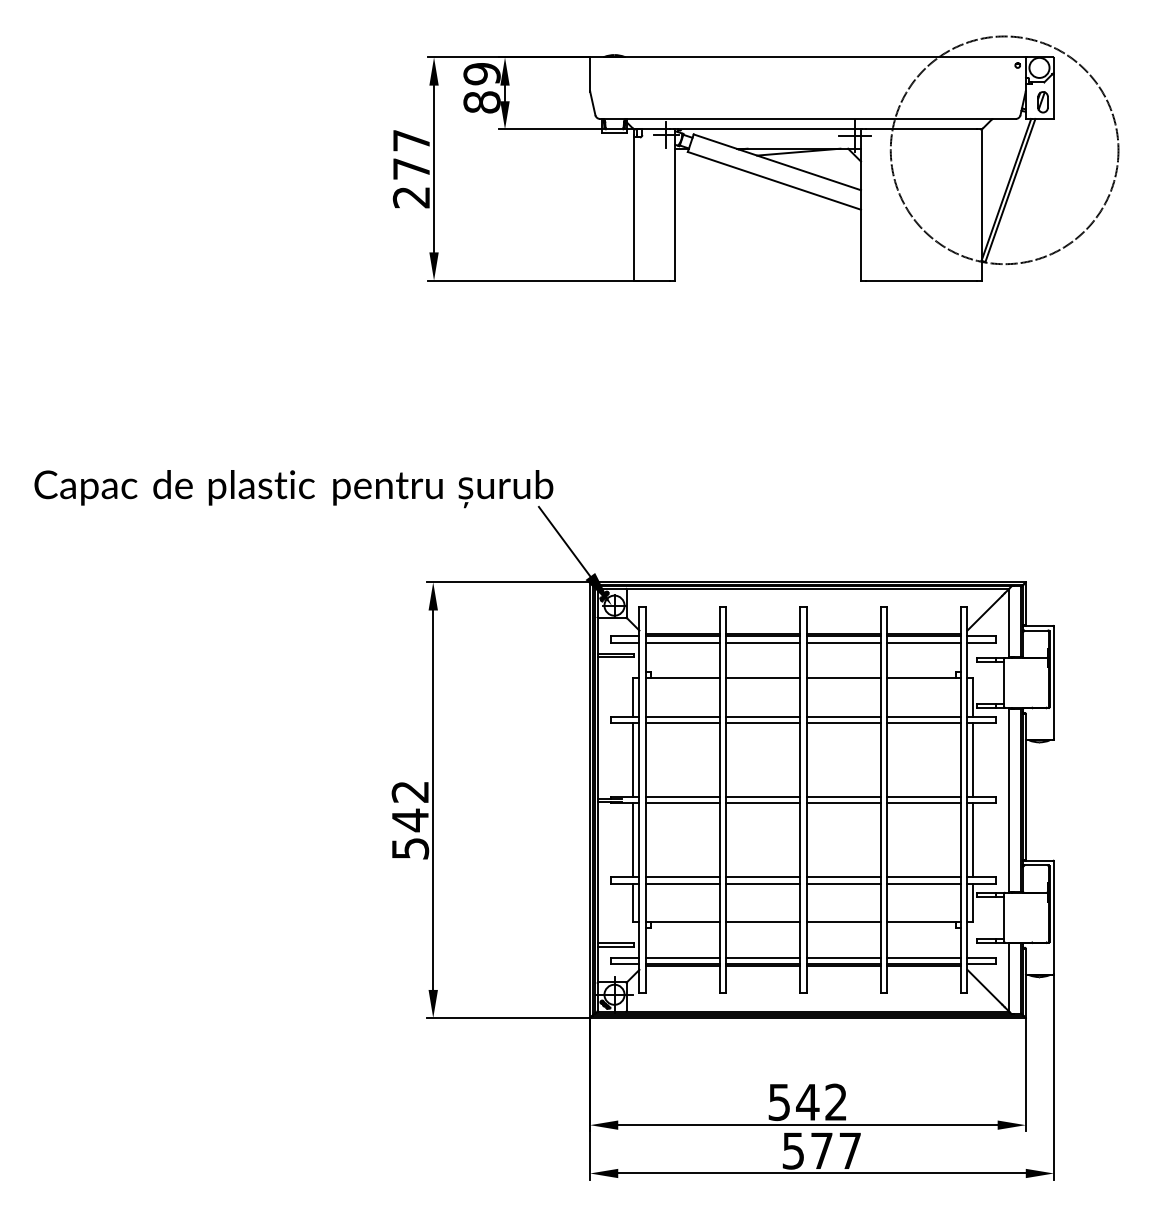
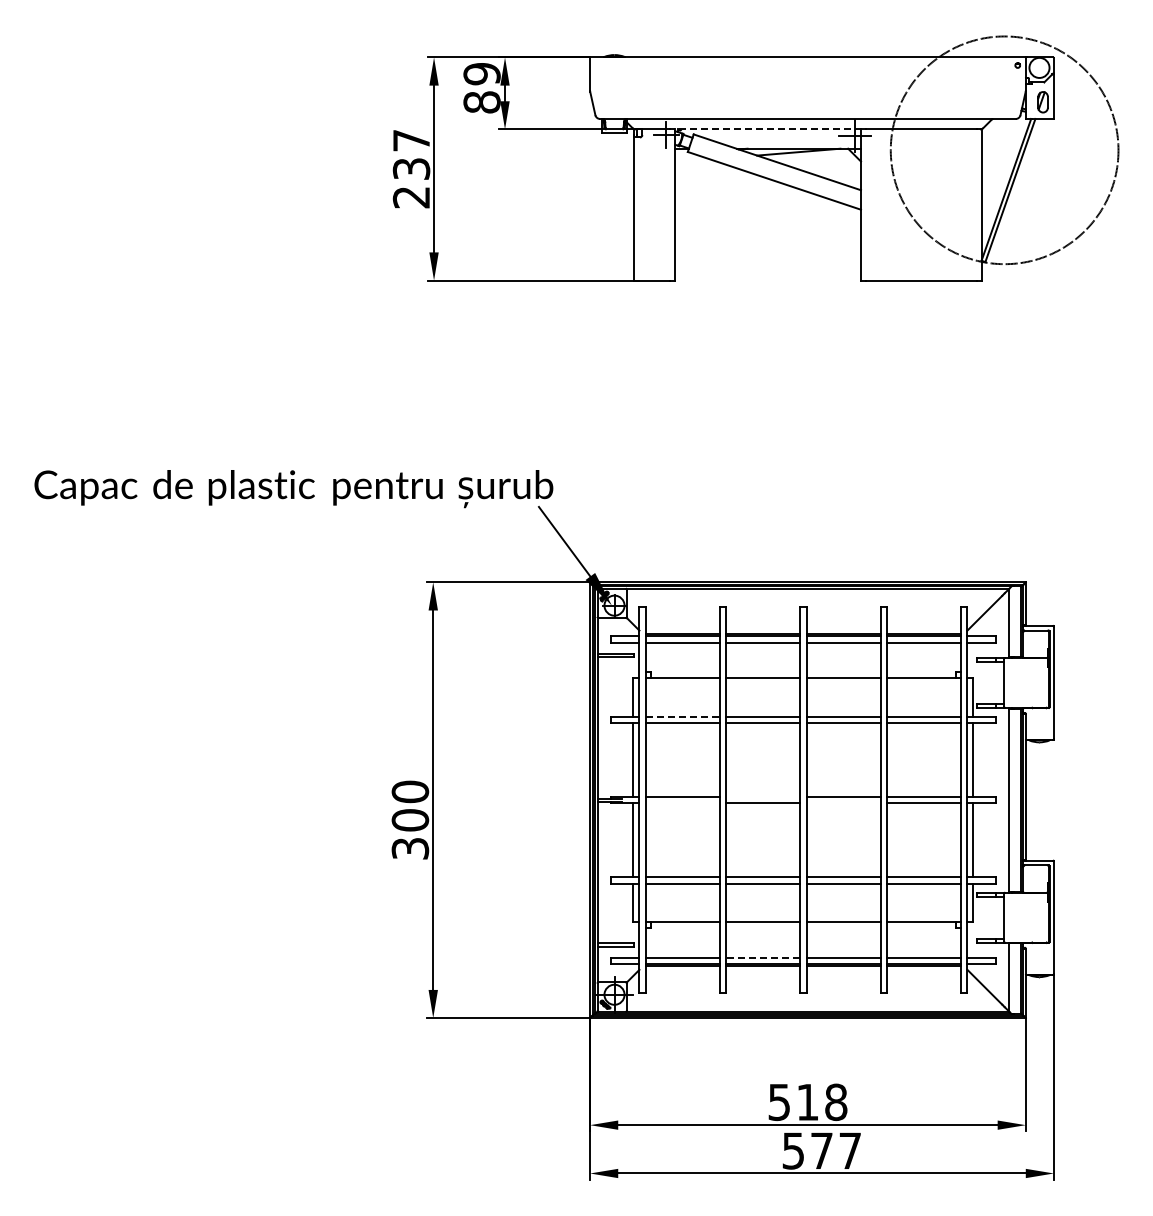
line at (767, 129): solid -> dashed
text at (411, 168): 277 -> 237
line at (682, 716): solid -> dashed
line at (763, 797): present -> none
line at (682, 803): present -> none
line at (843, 803): present -> none
text at (410, 819): 542 -> 300
line at (763, 957): solid -> dashed
text at (821, 1102): 542 -> 518
